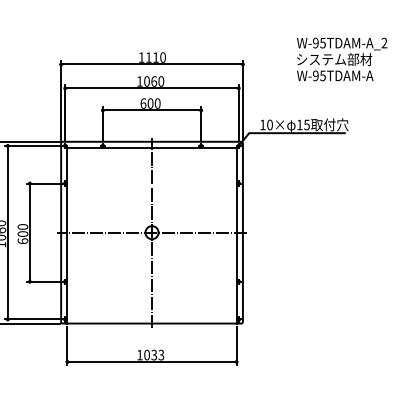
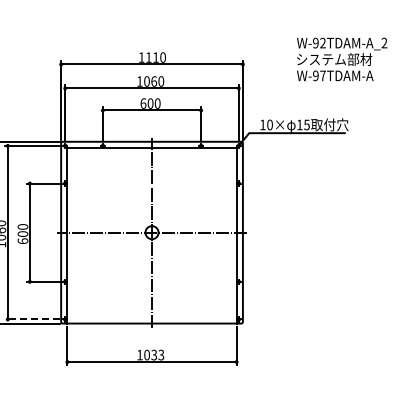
text at (322, 42): W-95TDAM-A_2 -> W-92TDAM-A_2
text at (322, 75): W-95TDAM-A -> W-97TDAM-A
line at (32, 319): solid -> dashed
